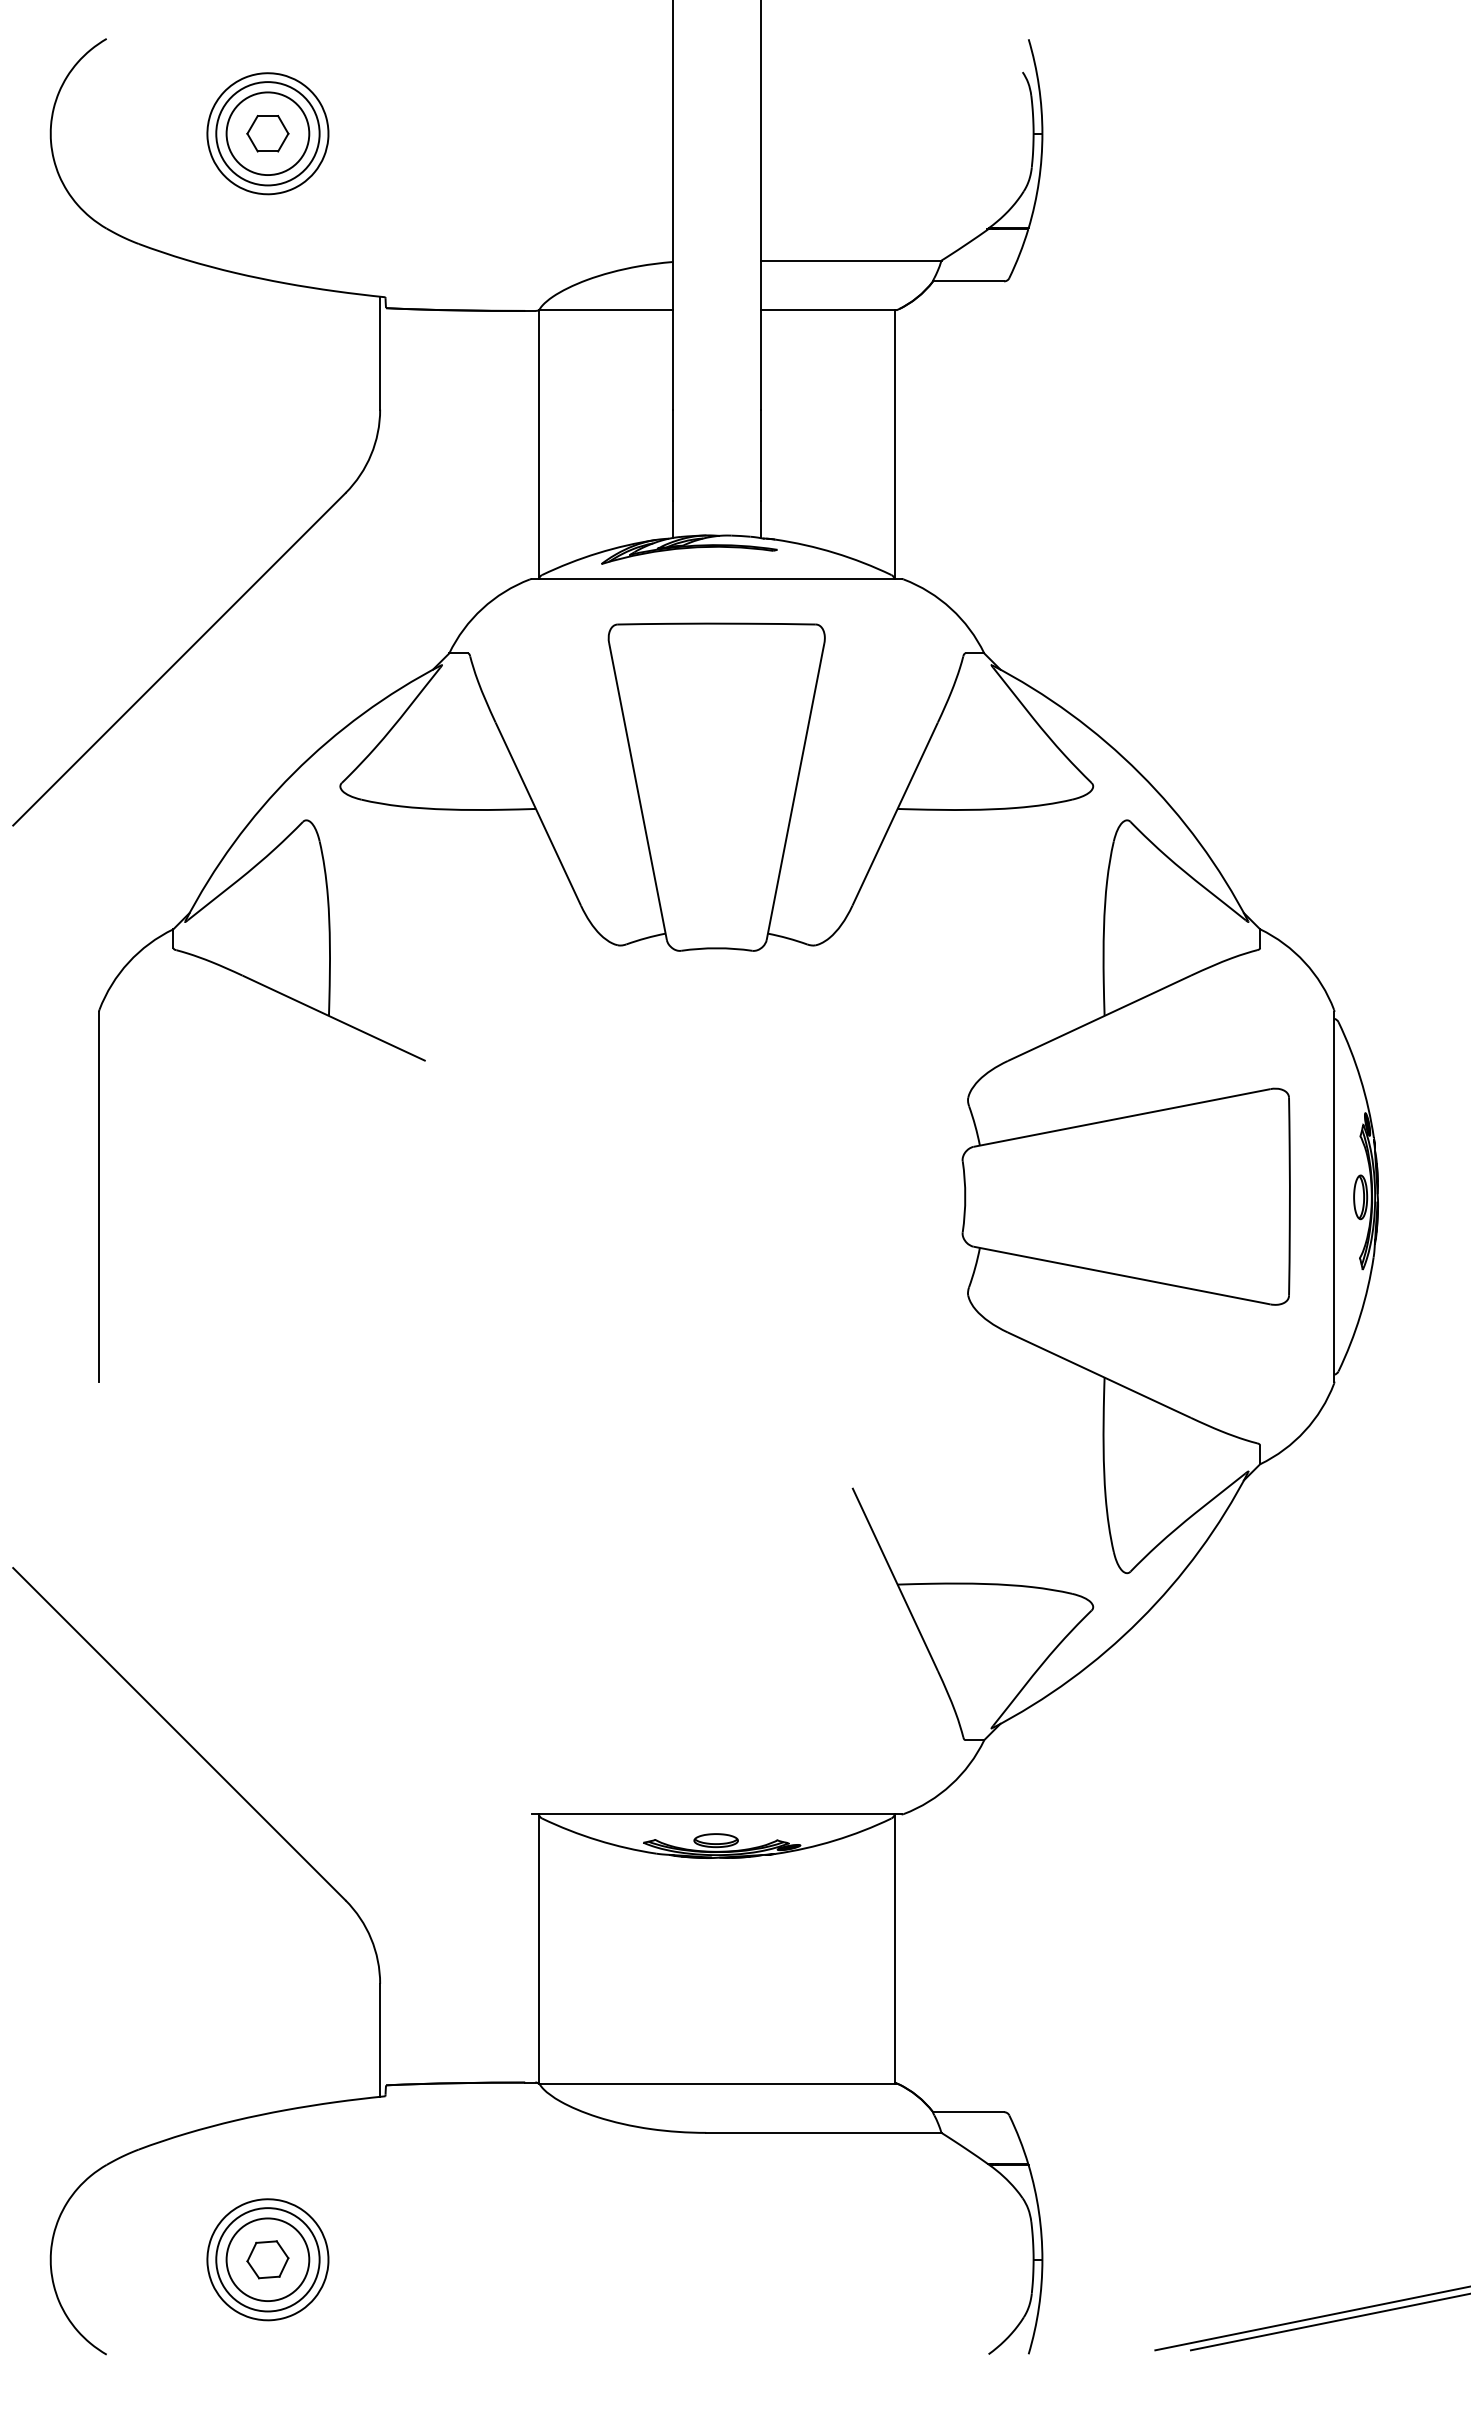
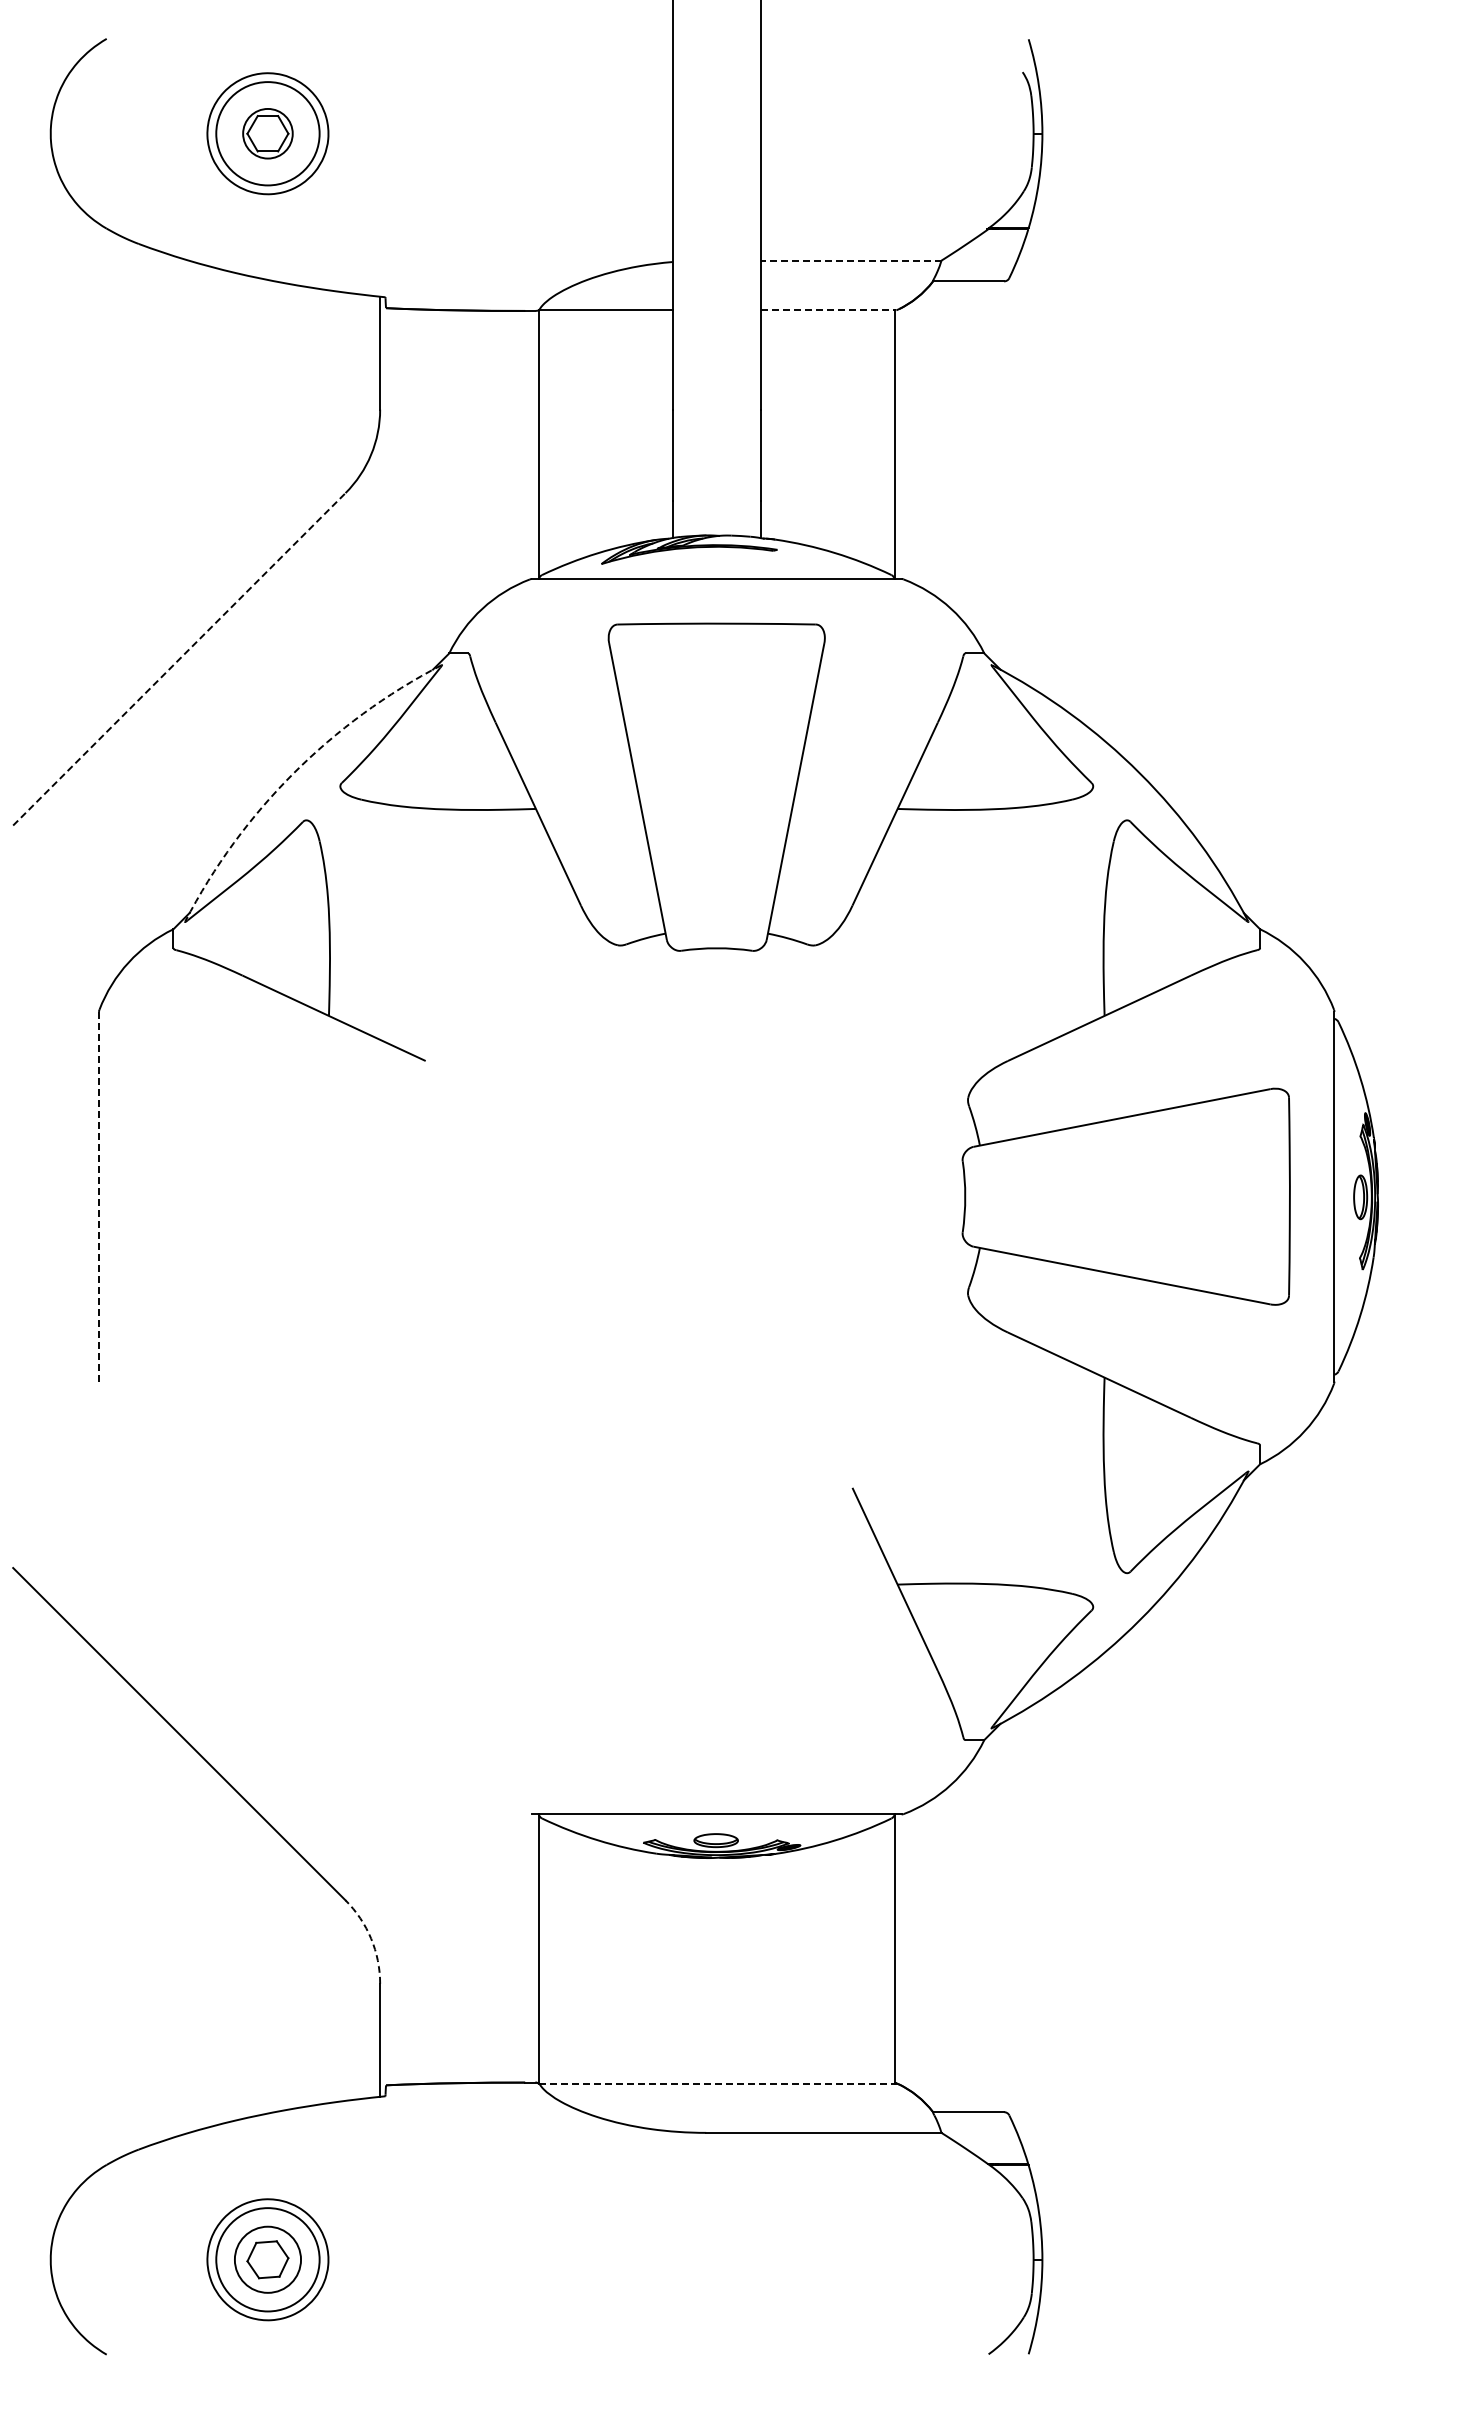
circle at (267, 133) diameter: 83 px -> 50 px
line at (850, 260): solid -> dashed
line at (828, 310): solid -> dashed
line at (179, 659): solid -> dashed
arc at (293, 773): solid -> dashed
line at (99, 1196): solid -> dashed
arc at (371, 1938): solid -> dashed
line at (719, 2084): solid -> dashed
circle at (267, 2259) diameter: 83 px -> 66 px
line at (1311, 2318): present -> none
line at (1328, 2322): present -> none
